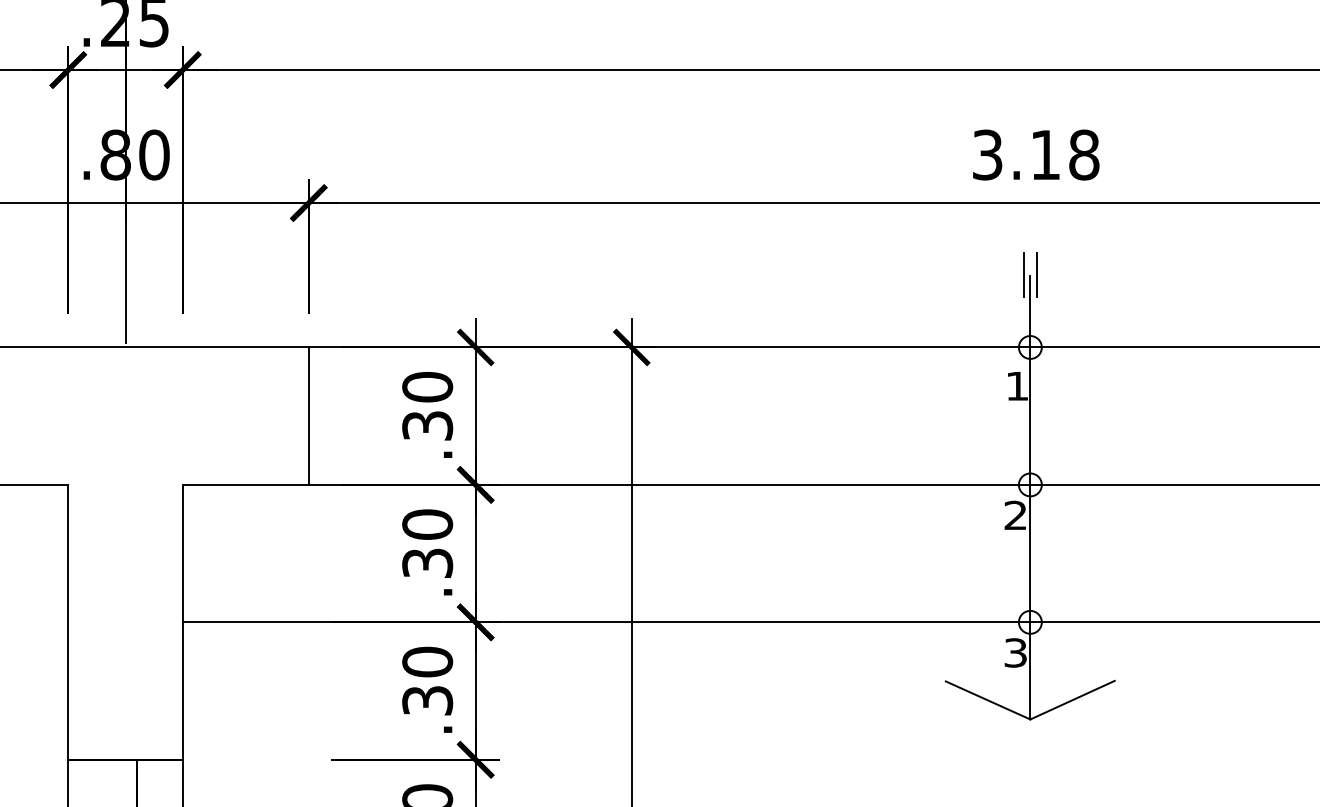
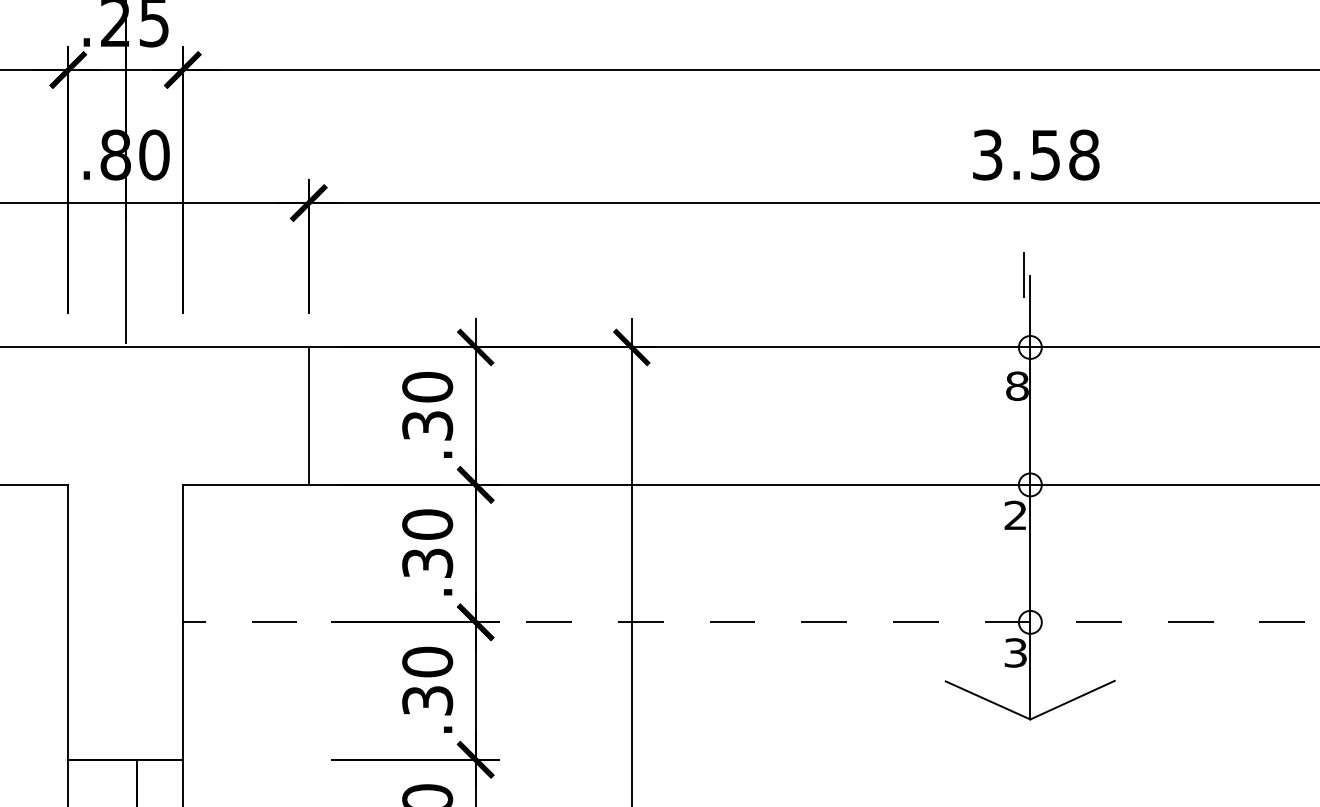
text at (1045, 155): 3.18 -> 3.58
line at (1037, 274): present -> none
text at (1017, 385): 1 -> 8
line at (750, 622): solid -> dashed
